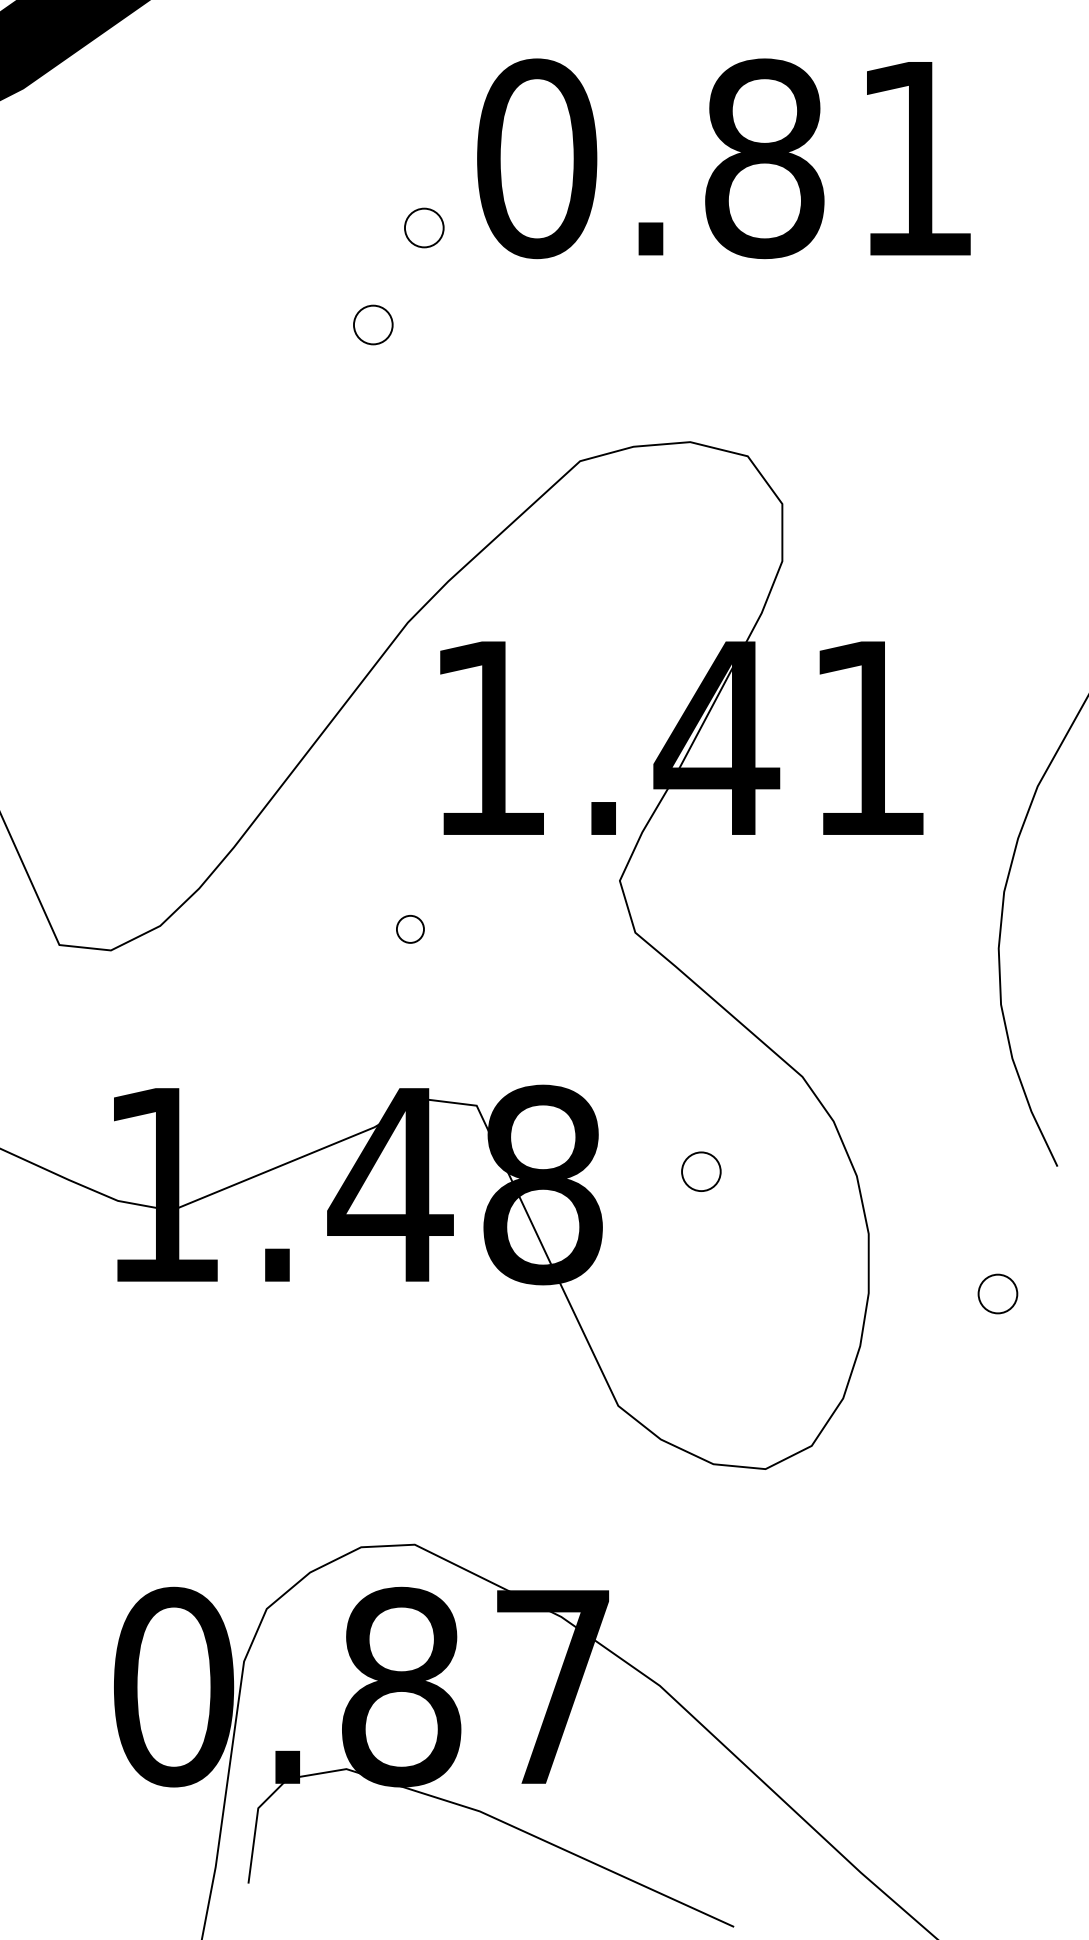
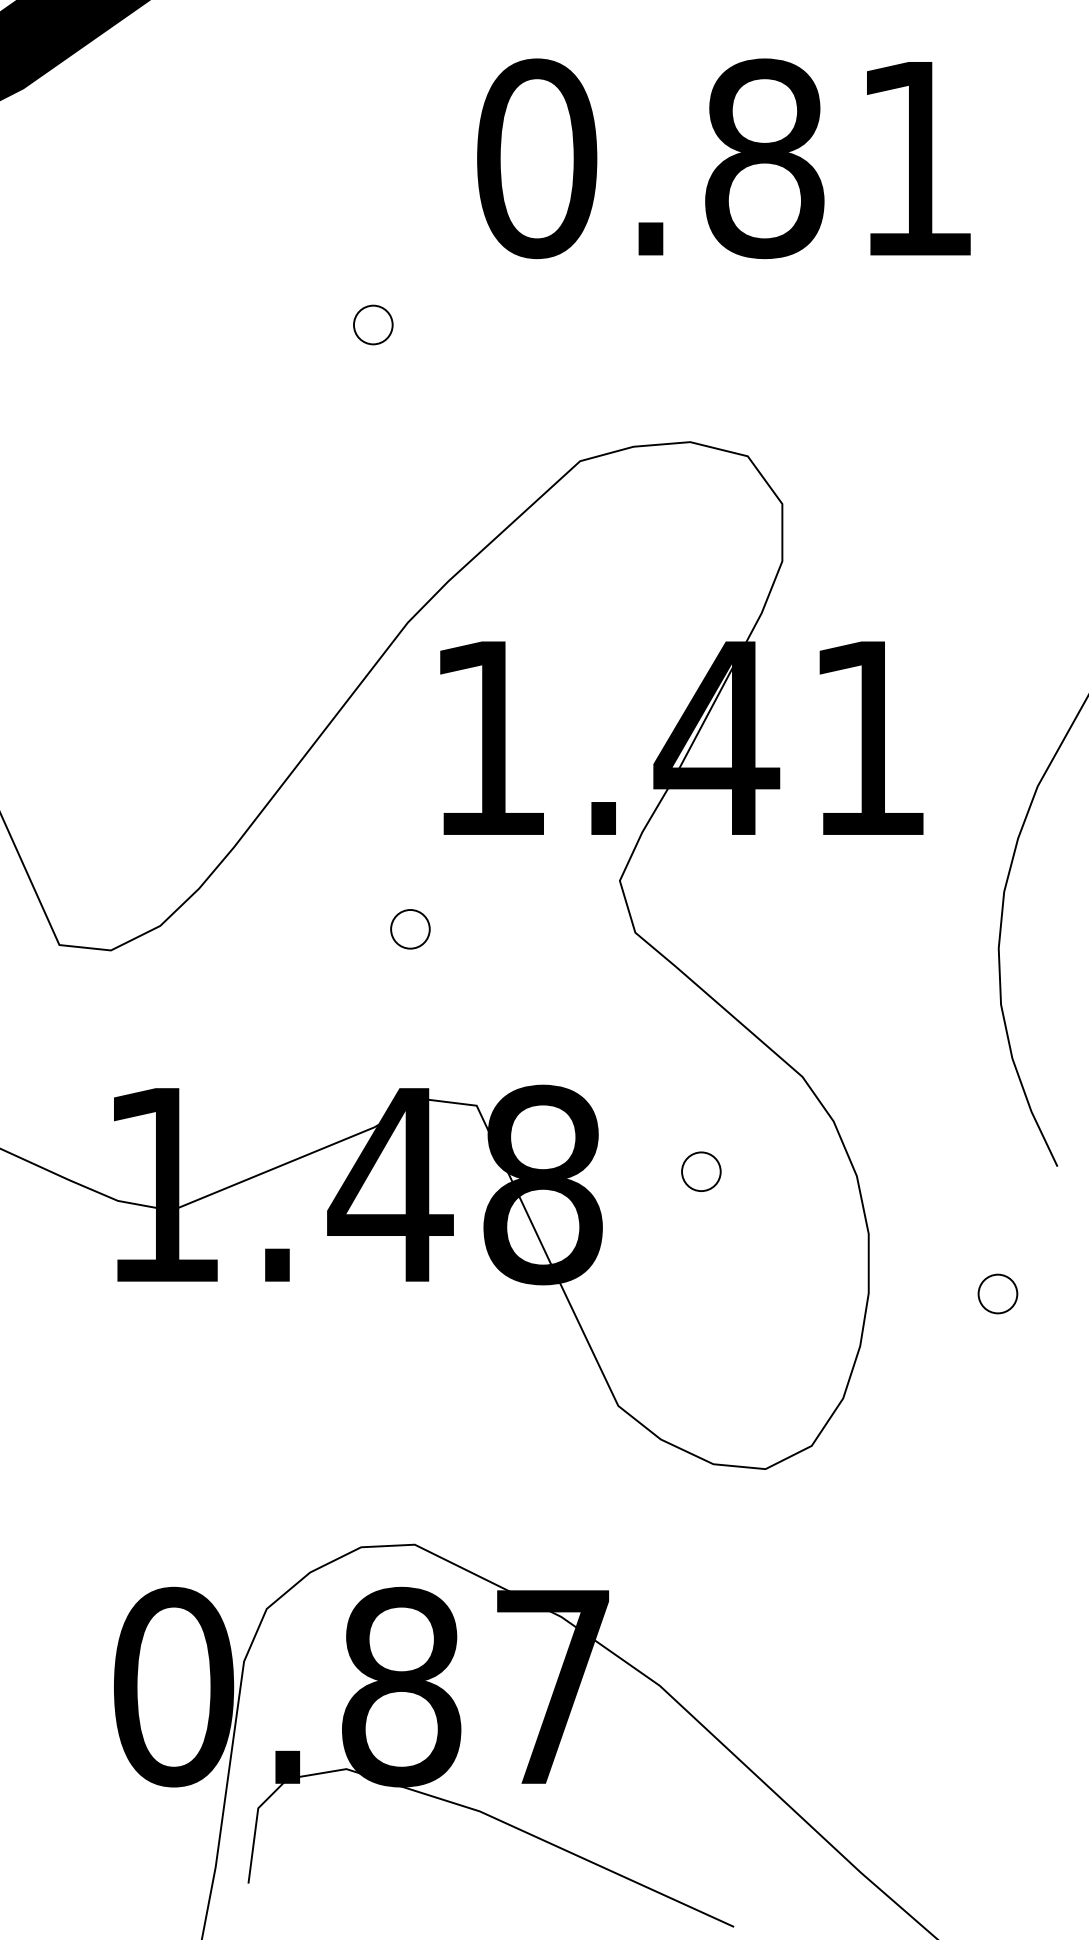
part at (424, 227): present -> none
part at (410, 929) size: 29x29 px -> 41x41 px
